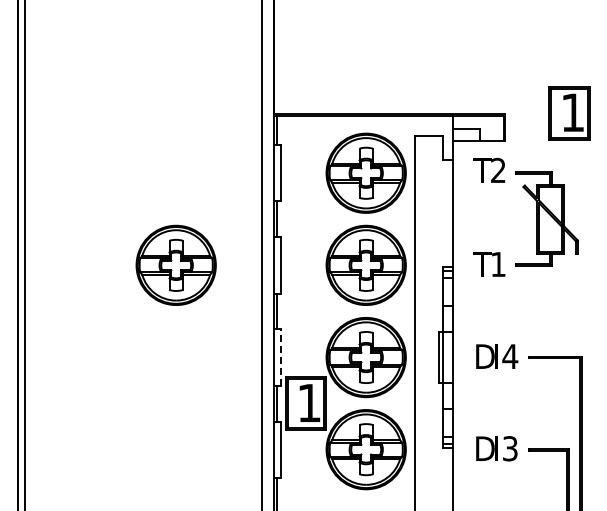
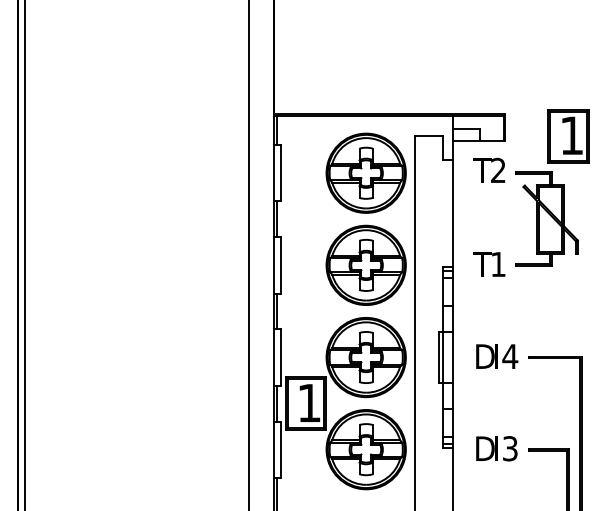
part at (569, 113) position: (569, 113) -> (568, 136)
line at (261, 254) position: (261, 254) -> (248, 254)
part at (175, 264): present -> none
line at (280, 357): dashed -> solid
